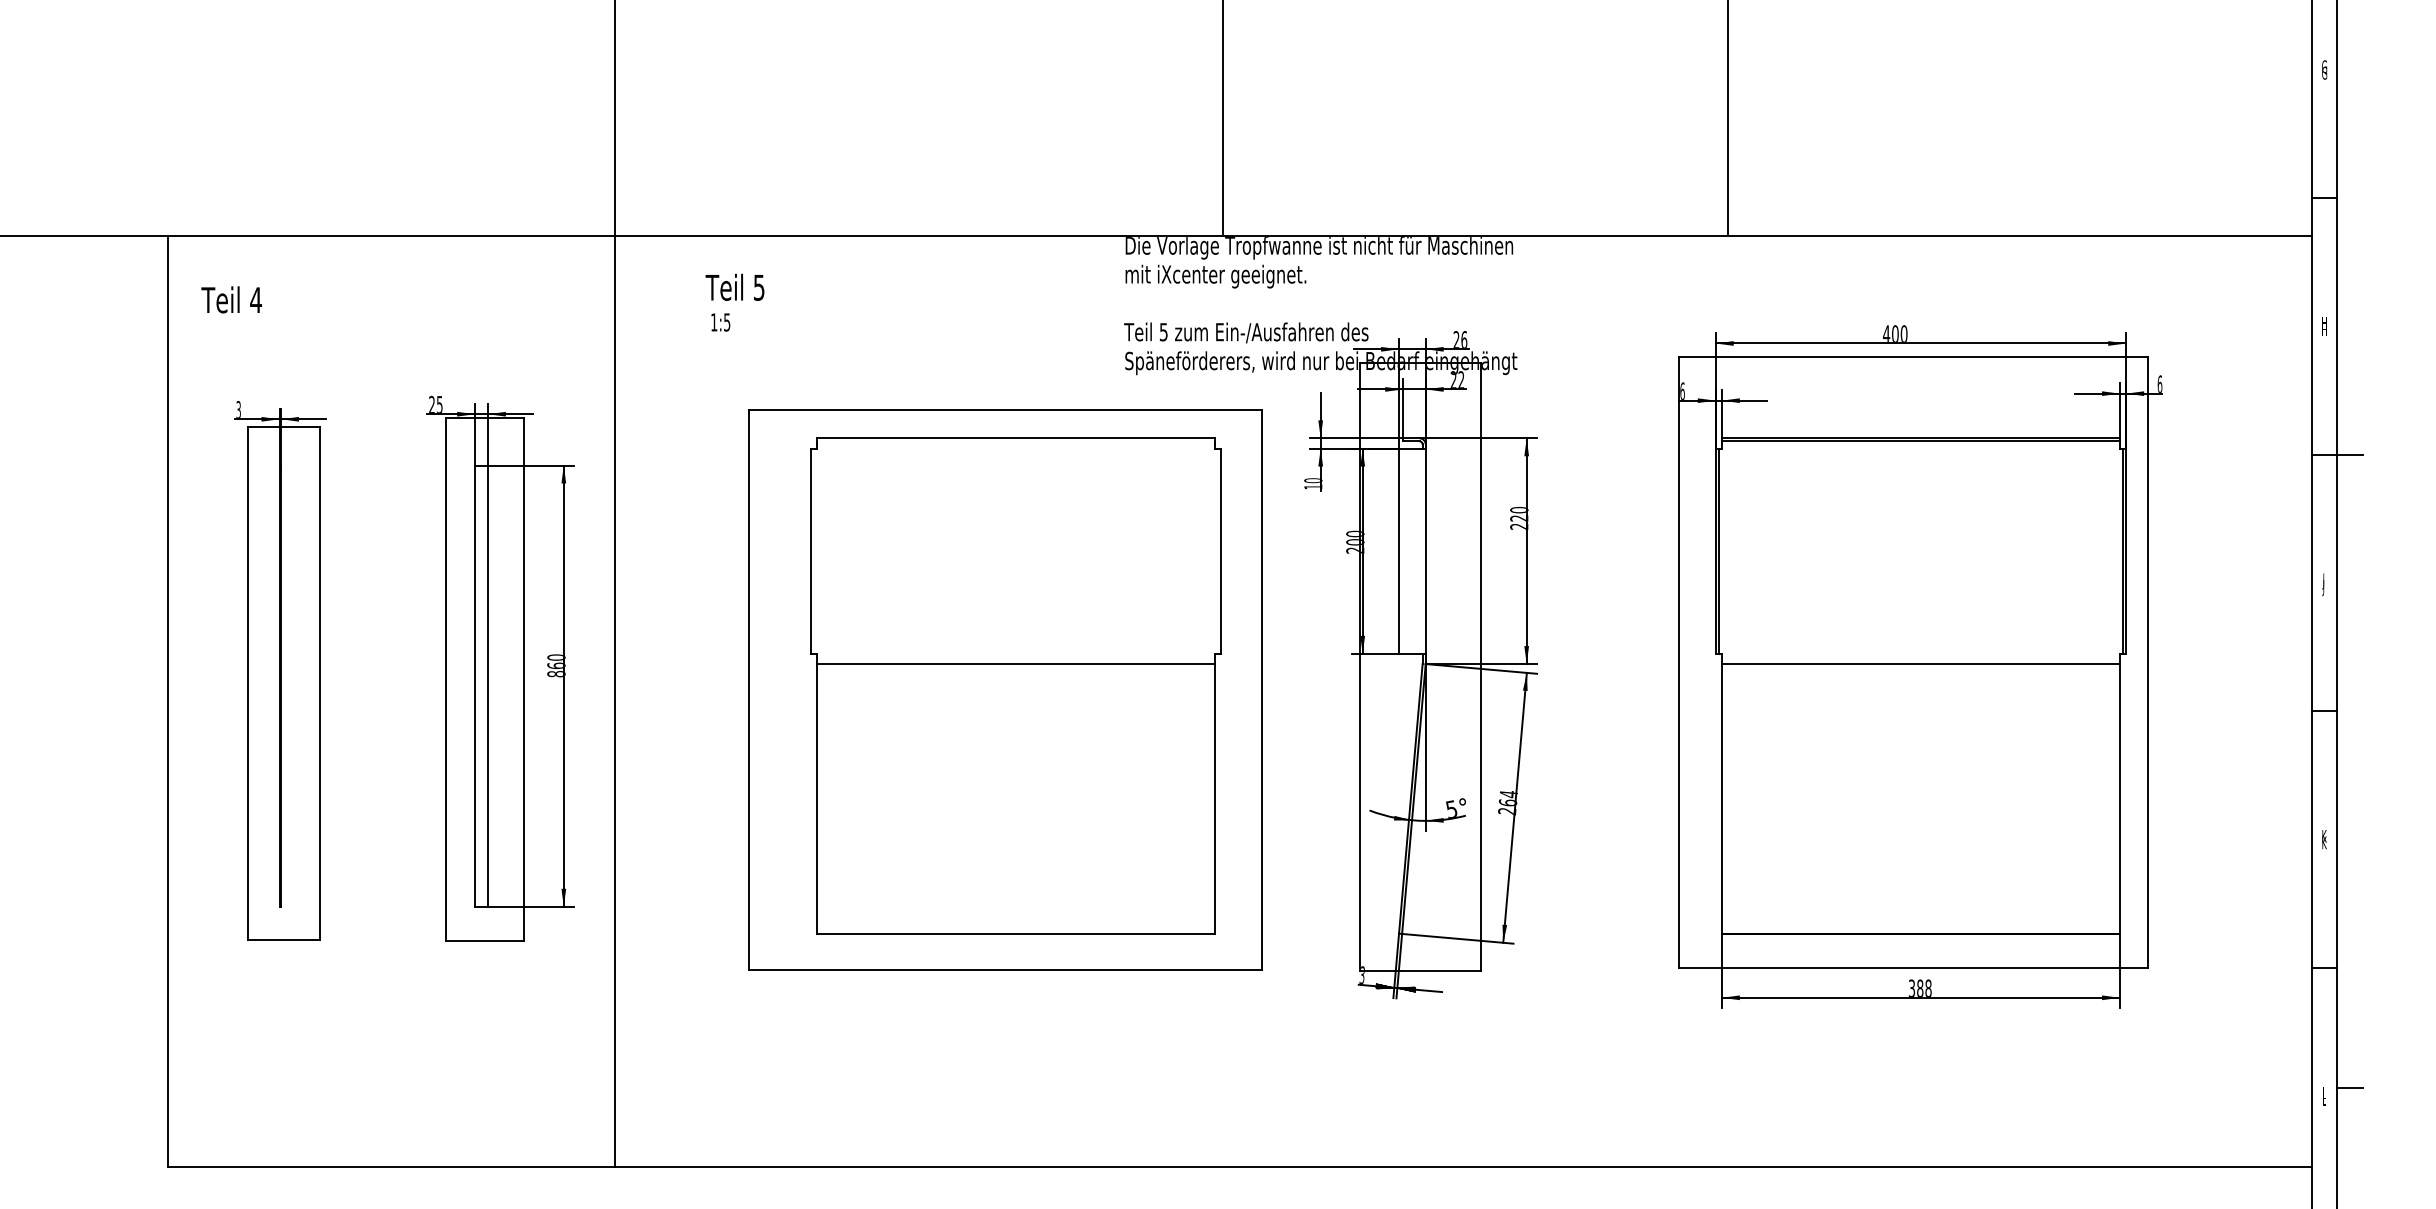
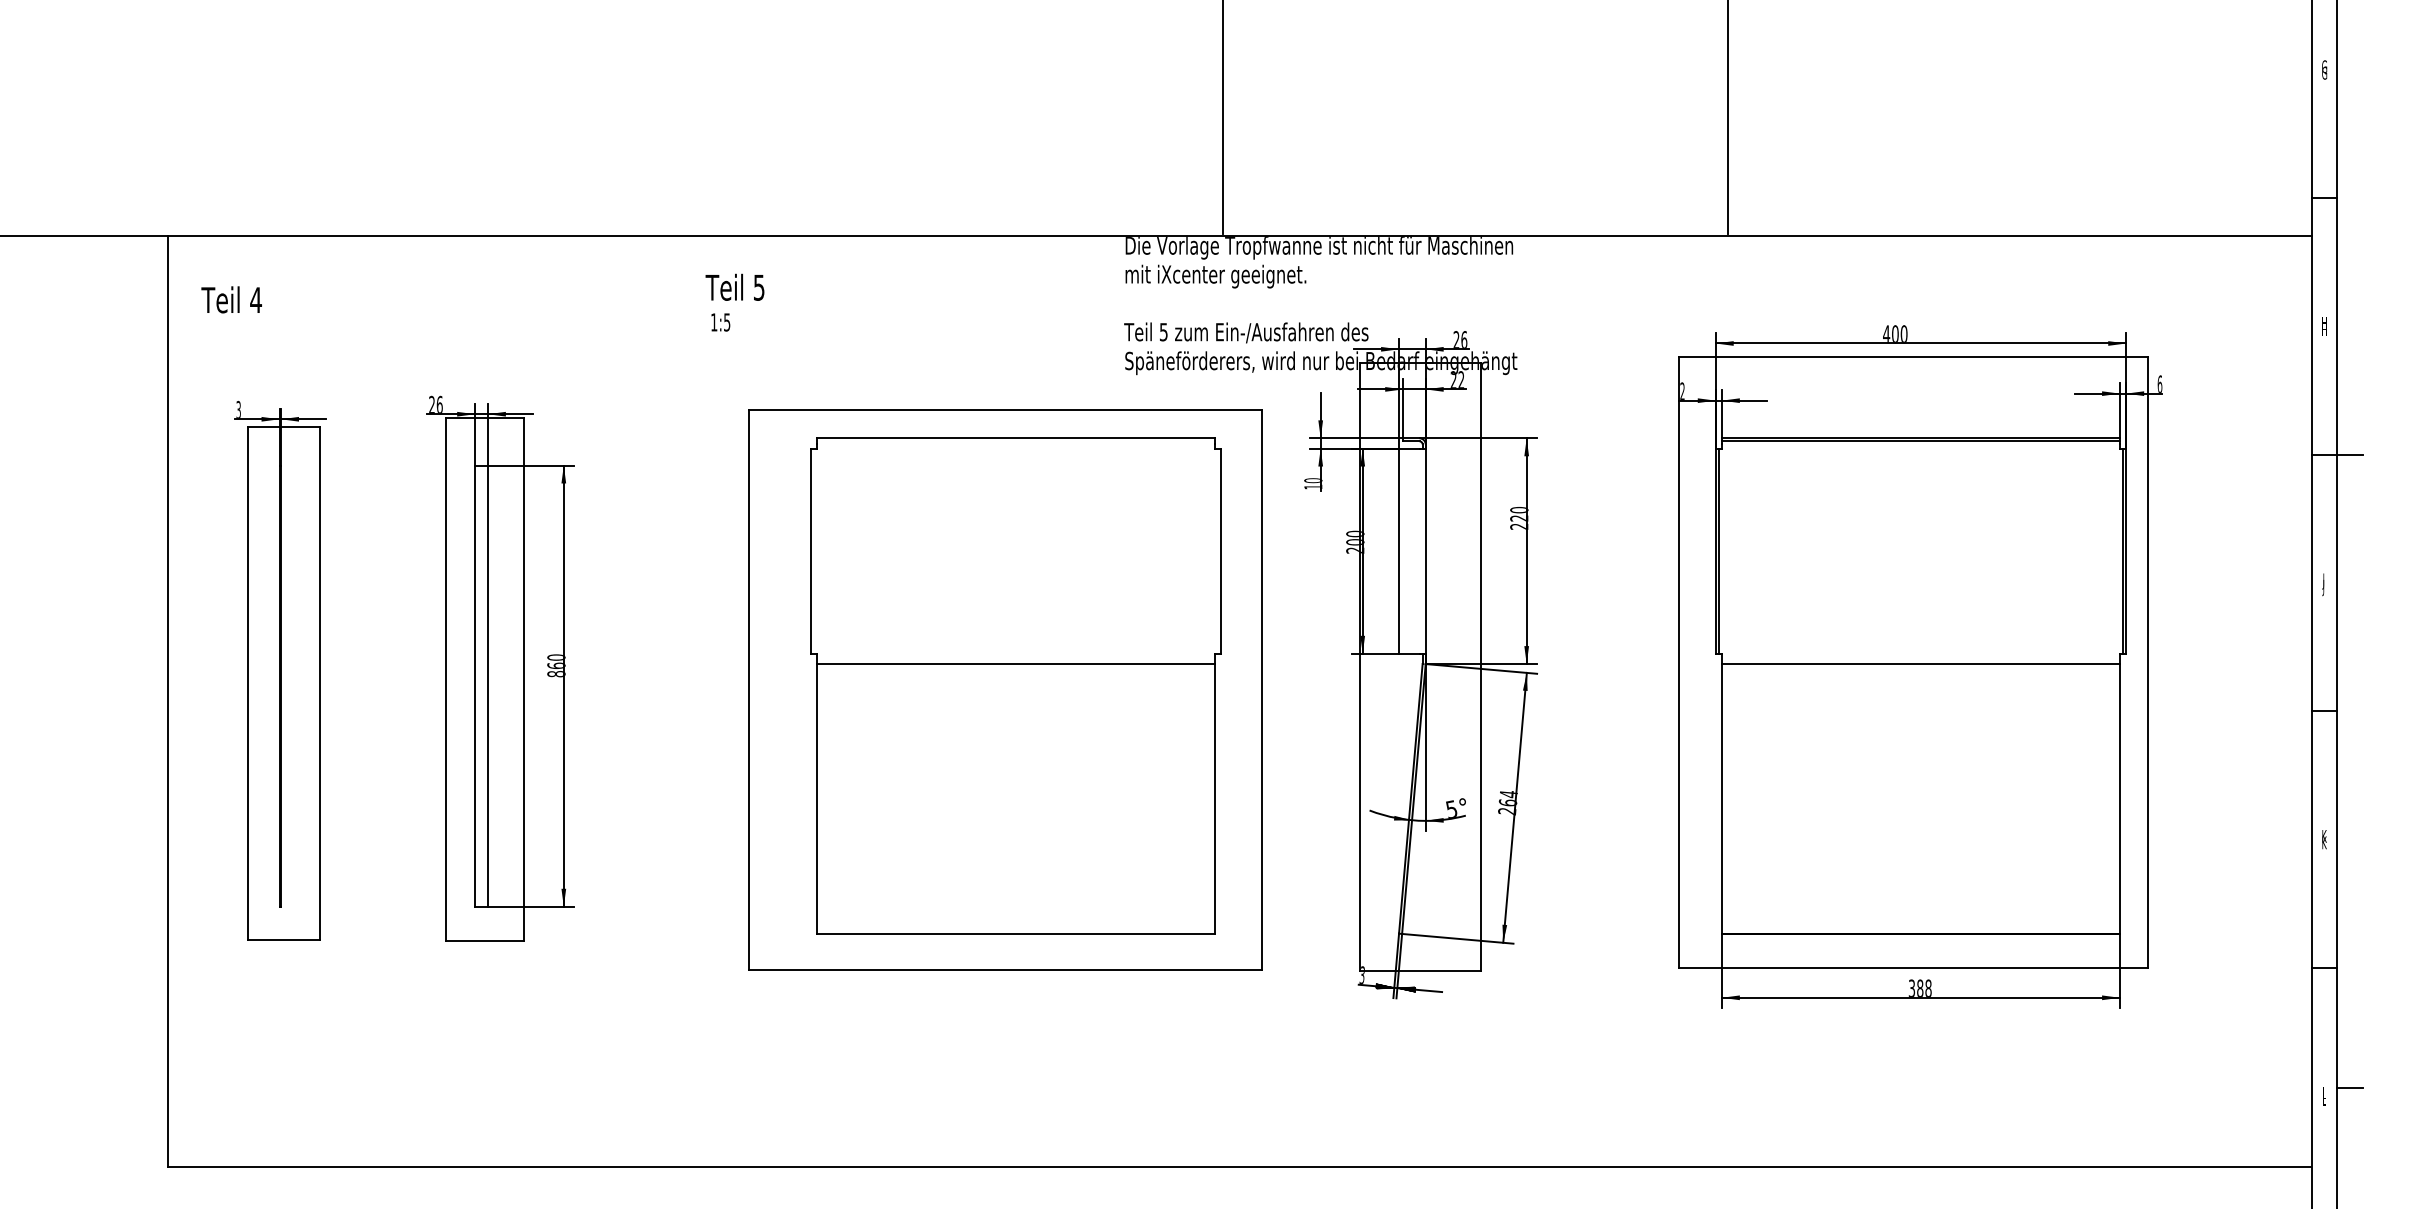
text at (1682, 390): 6 -> 2
text at (439, 403): 25 -> 26
line at (615, 584): present -> none
